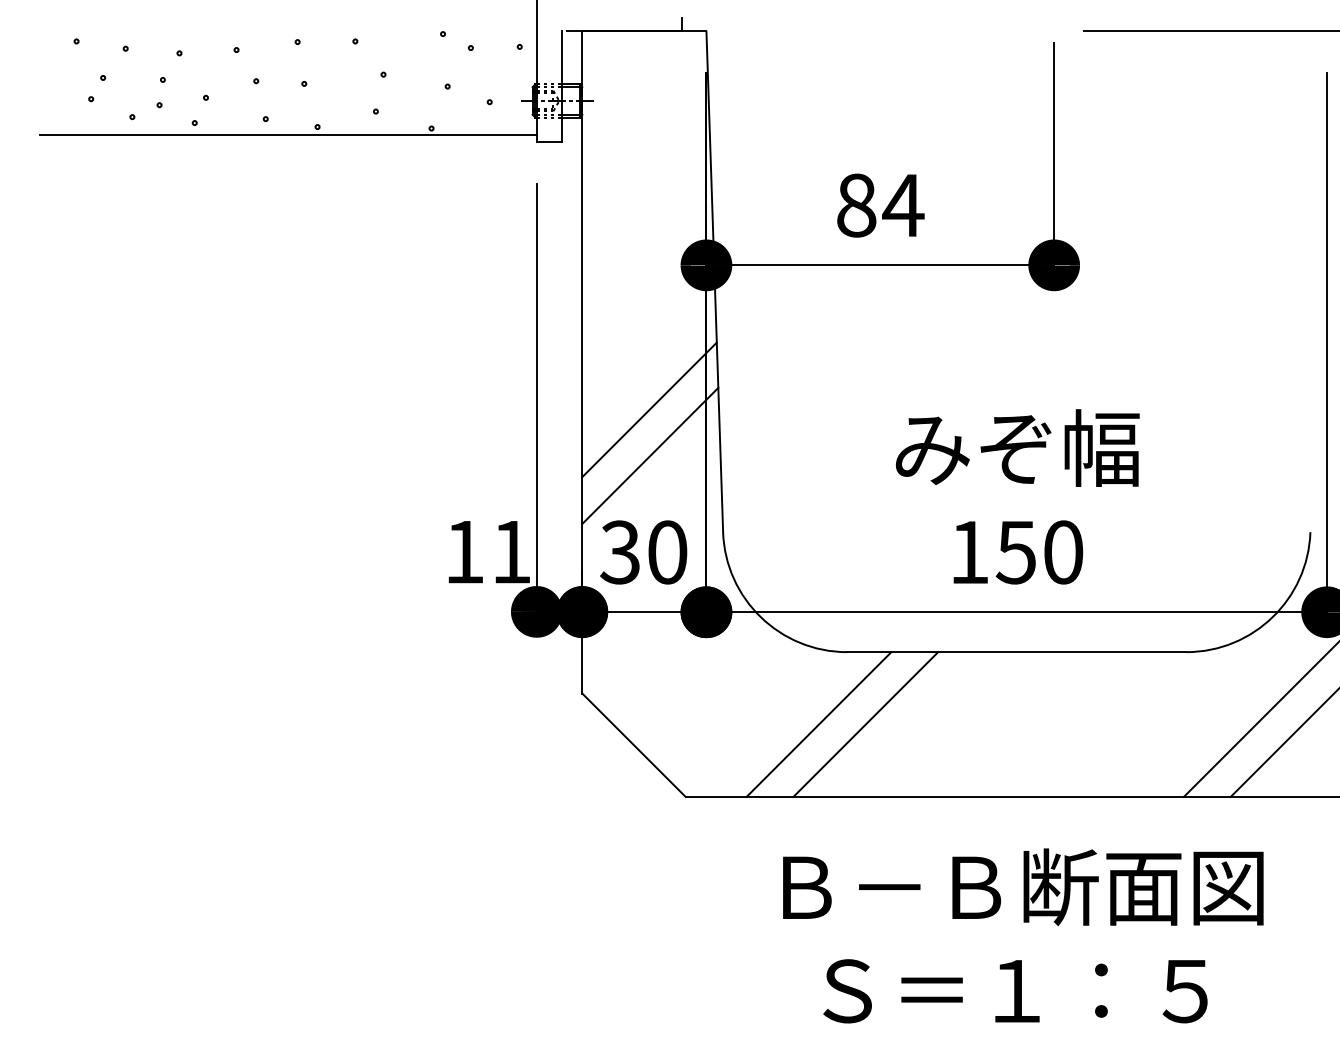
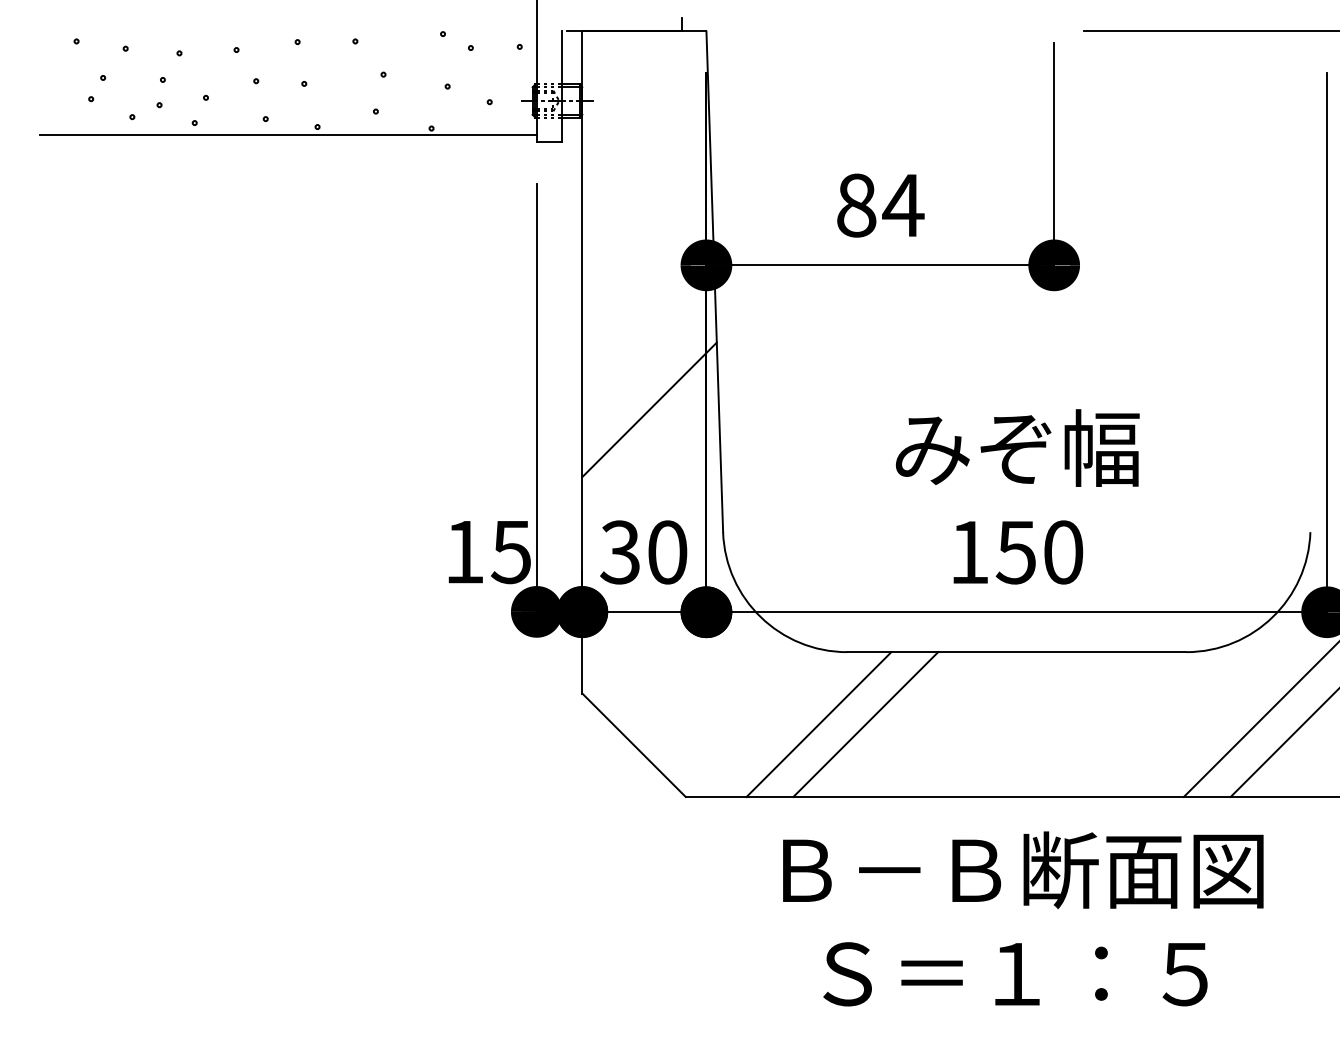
line at (650, 455): present -> none
text at (510, 552): 11 -> 15
text at (1023, 935) position: (1023, 935) -> (1023, 918)
